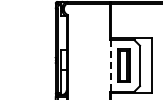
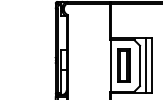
line at (111, 65): dashed -> solid
line at (146, 65): none -> present
